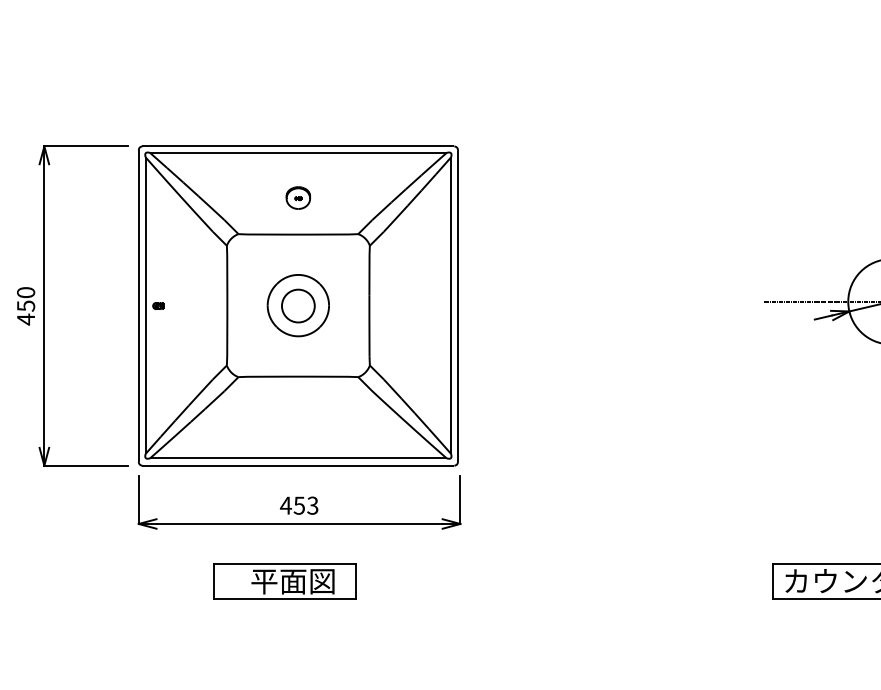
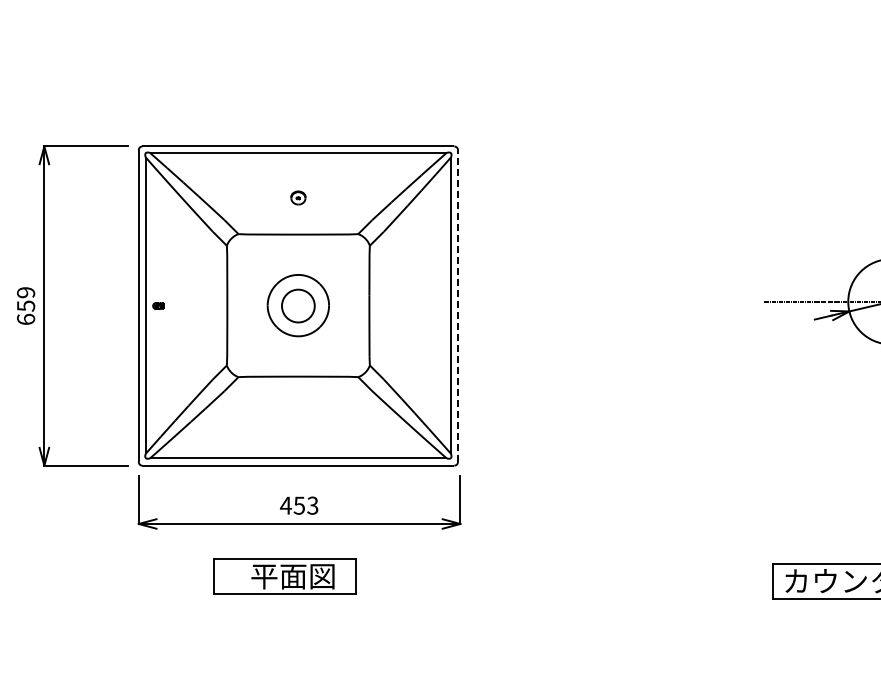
part at (298, 197) size: 27x24 px -> 17x16 px
text at (26, 306): 450 -> 659
line at (457, 306): solid -> dashed
part at (284, 581) position: (284, 581) -> (284, 576)
